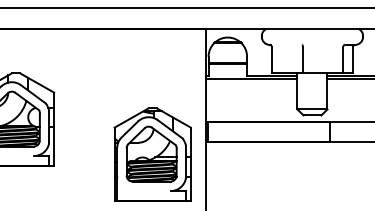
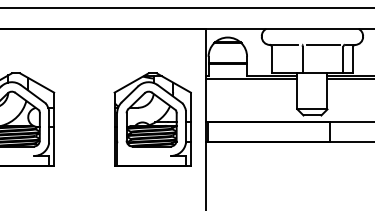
line at (285, 44): none -> present
line at (323, 44): none -> present
part at (152, 154) position: (152, 154) -> (152, 119)
